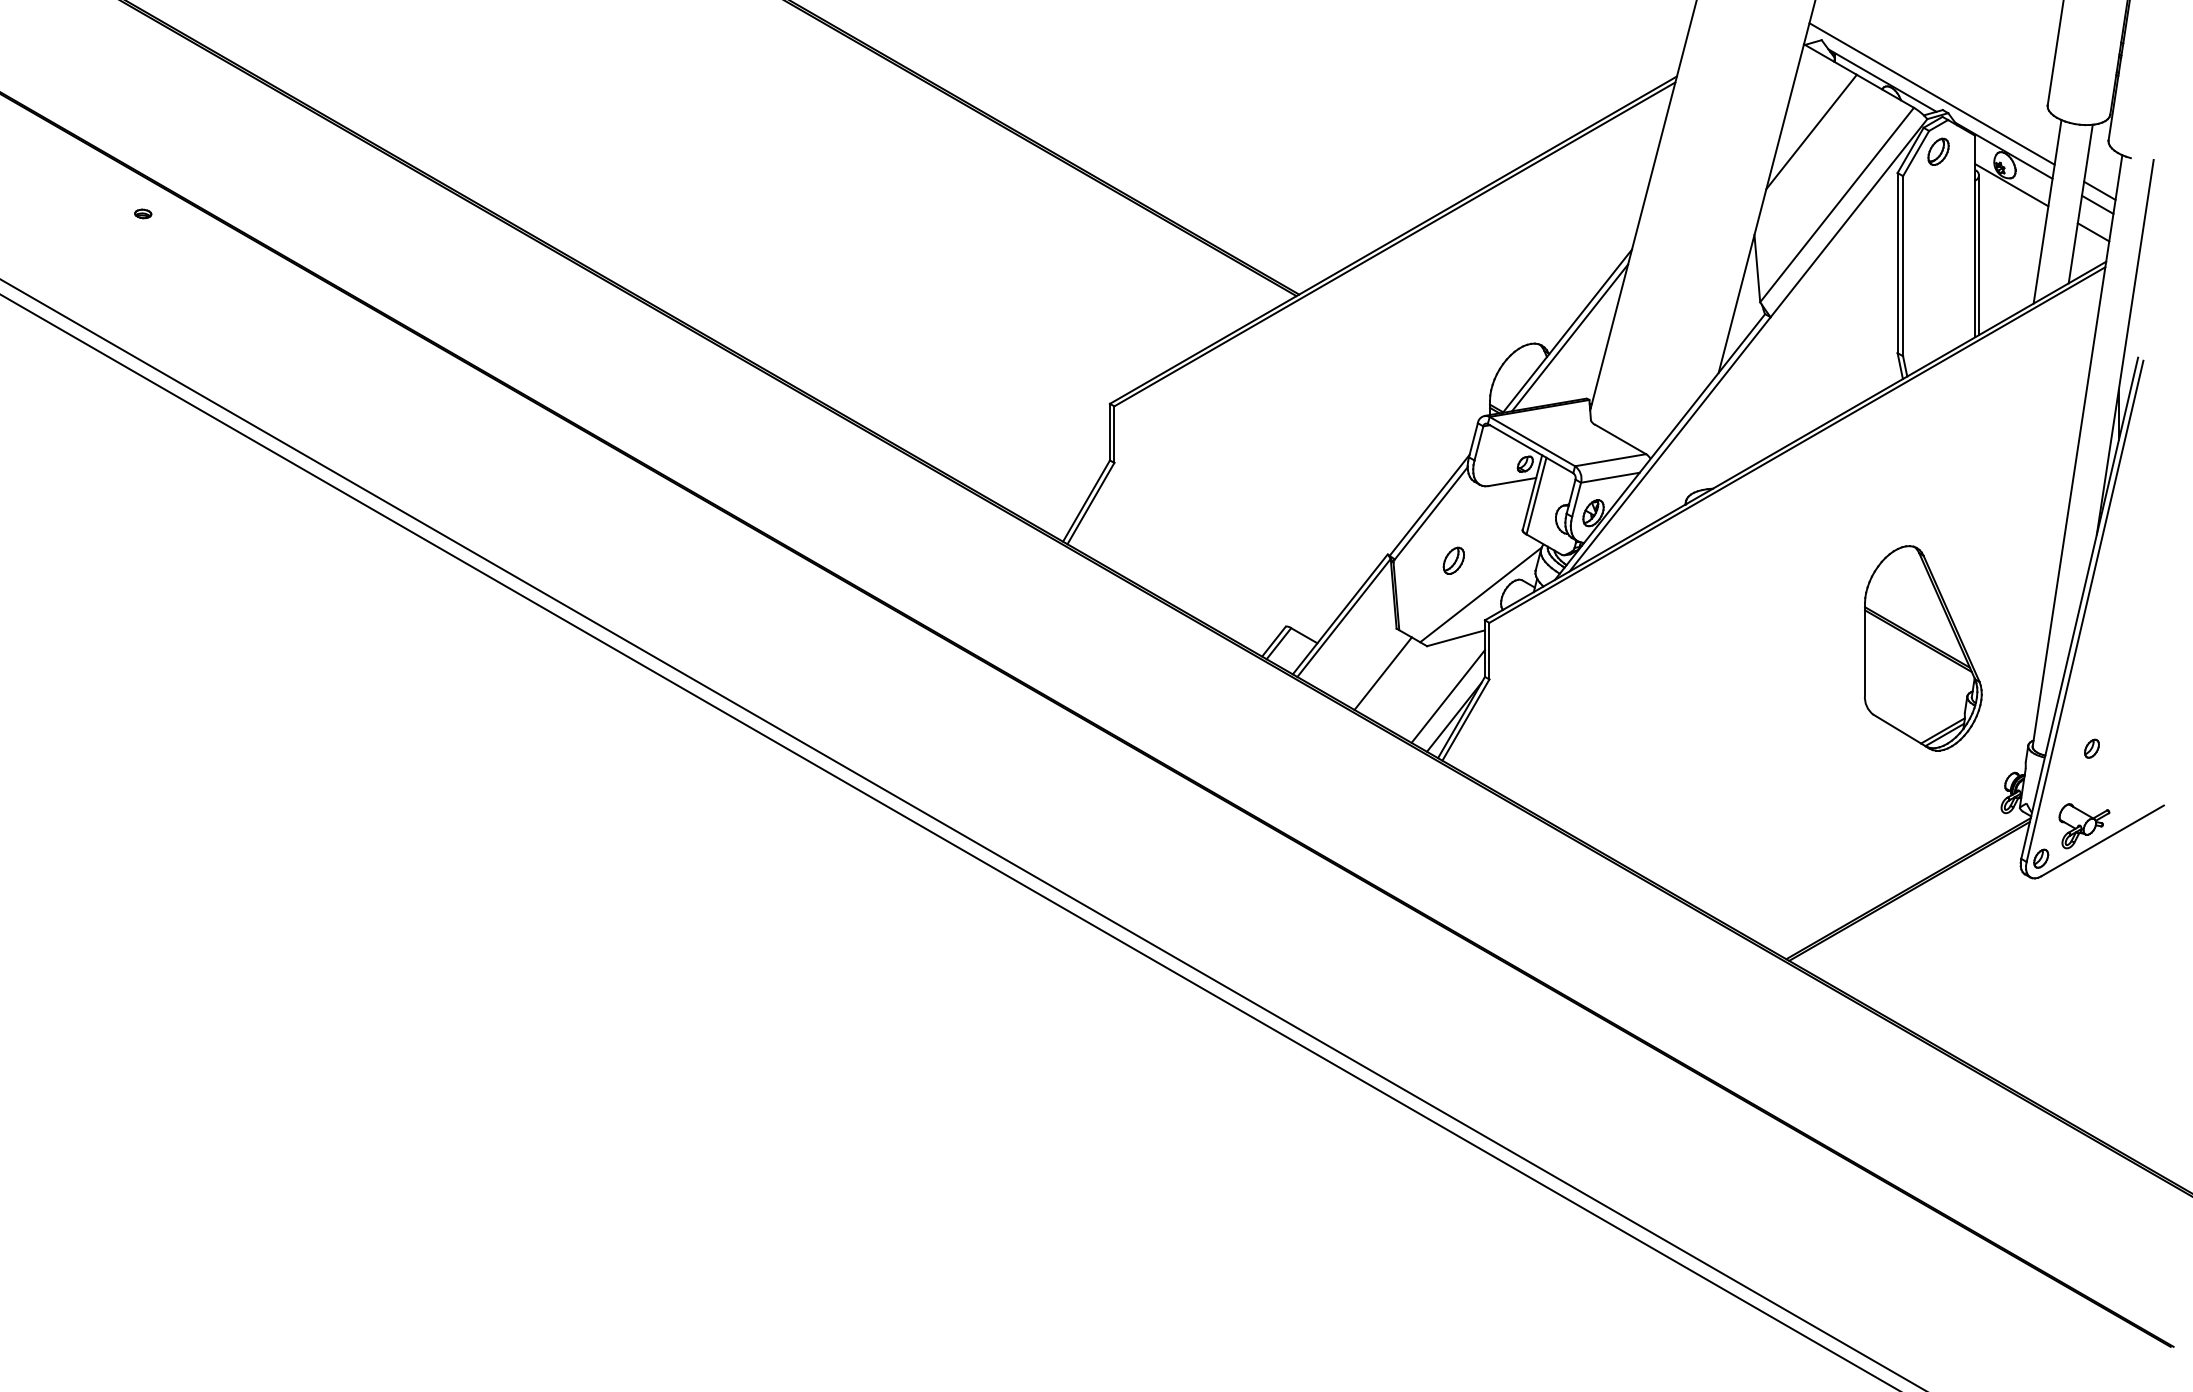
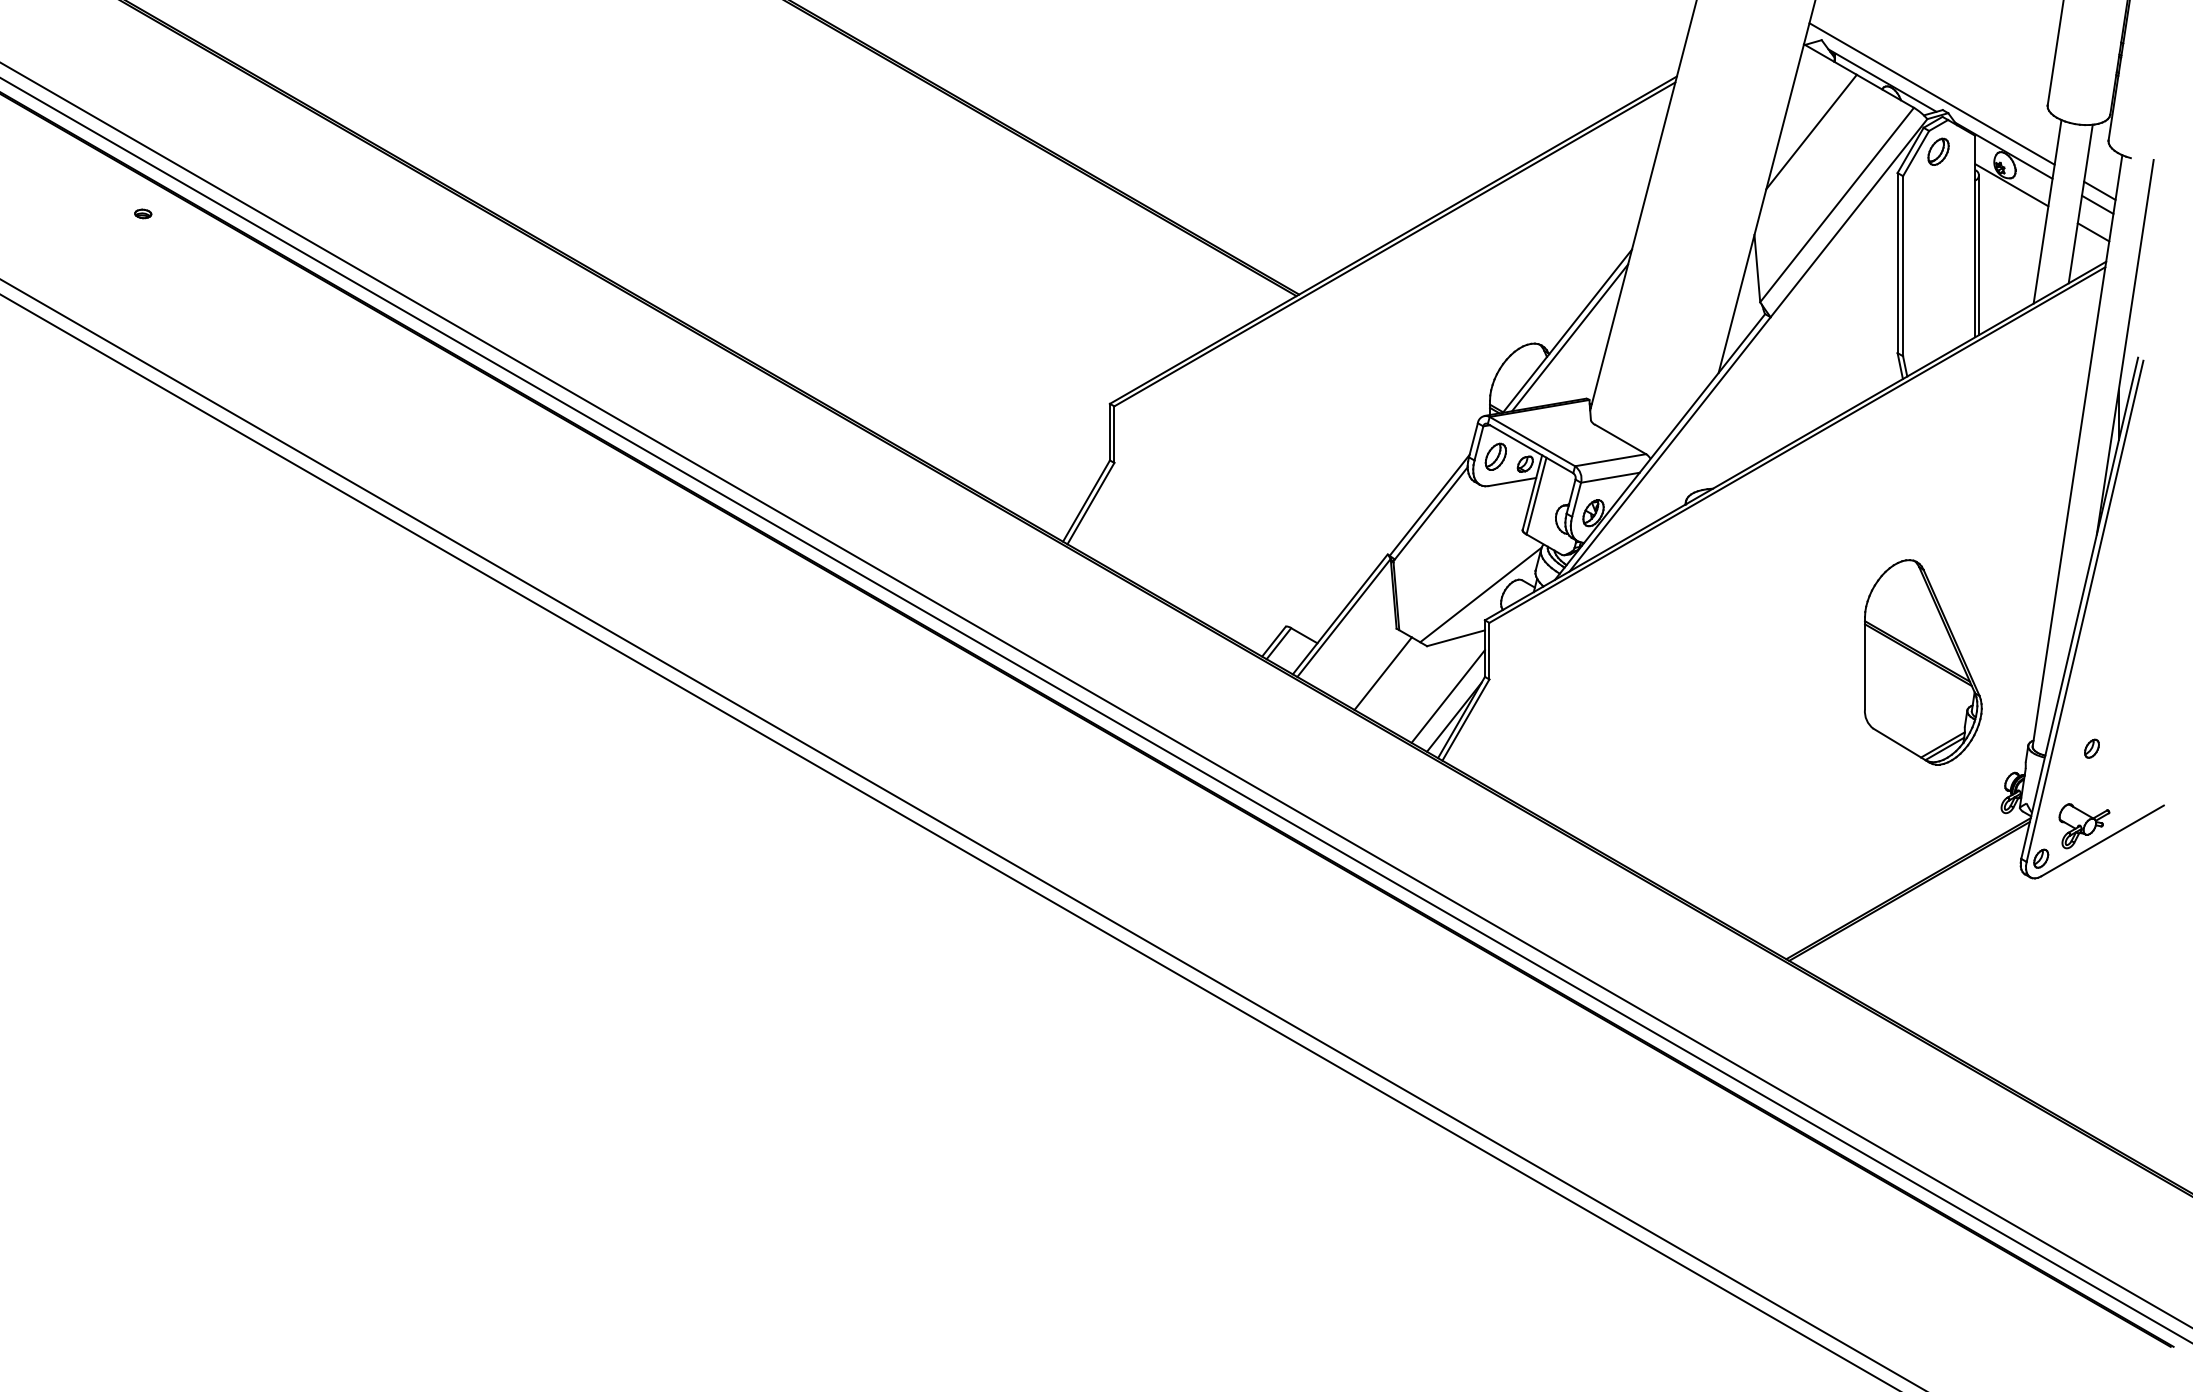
part at (1453, 560) position: (1453, 560) -> (1495, 456)
part at (1923, 648) position: (1923, 648) -> (1923, 662)
line at (1095, 694): none -> present
line at (1095, 710): none -> present
